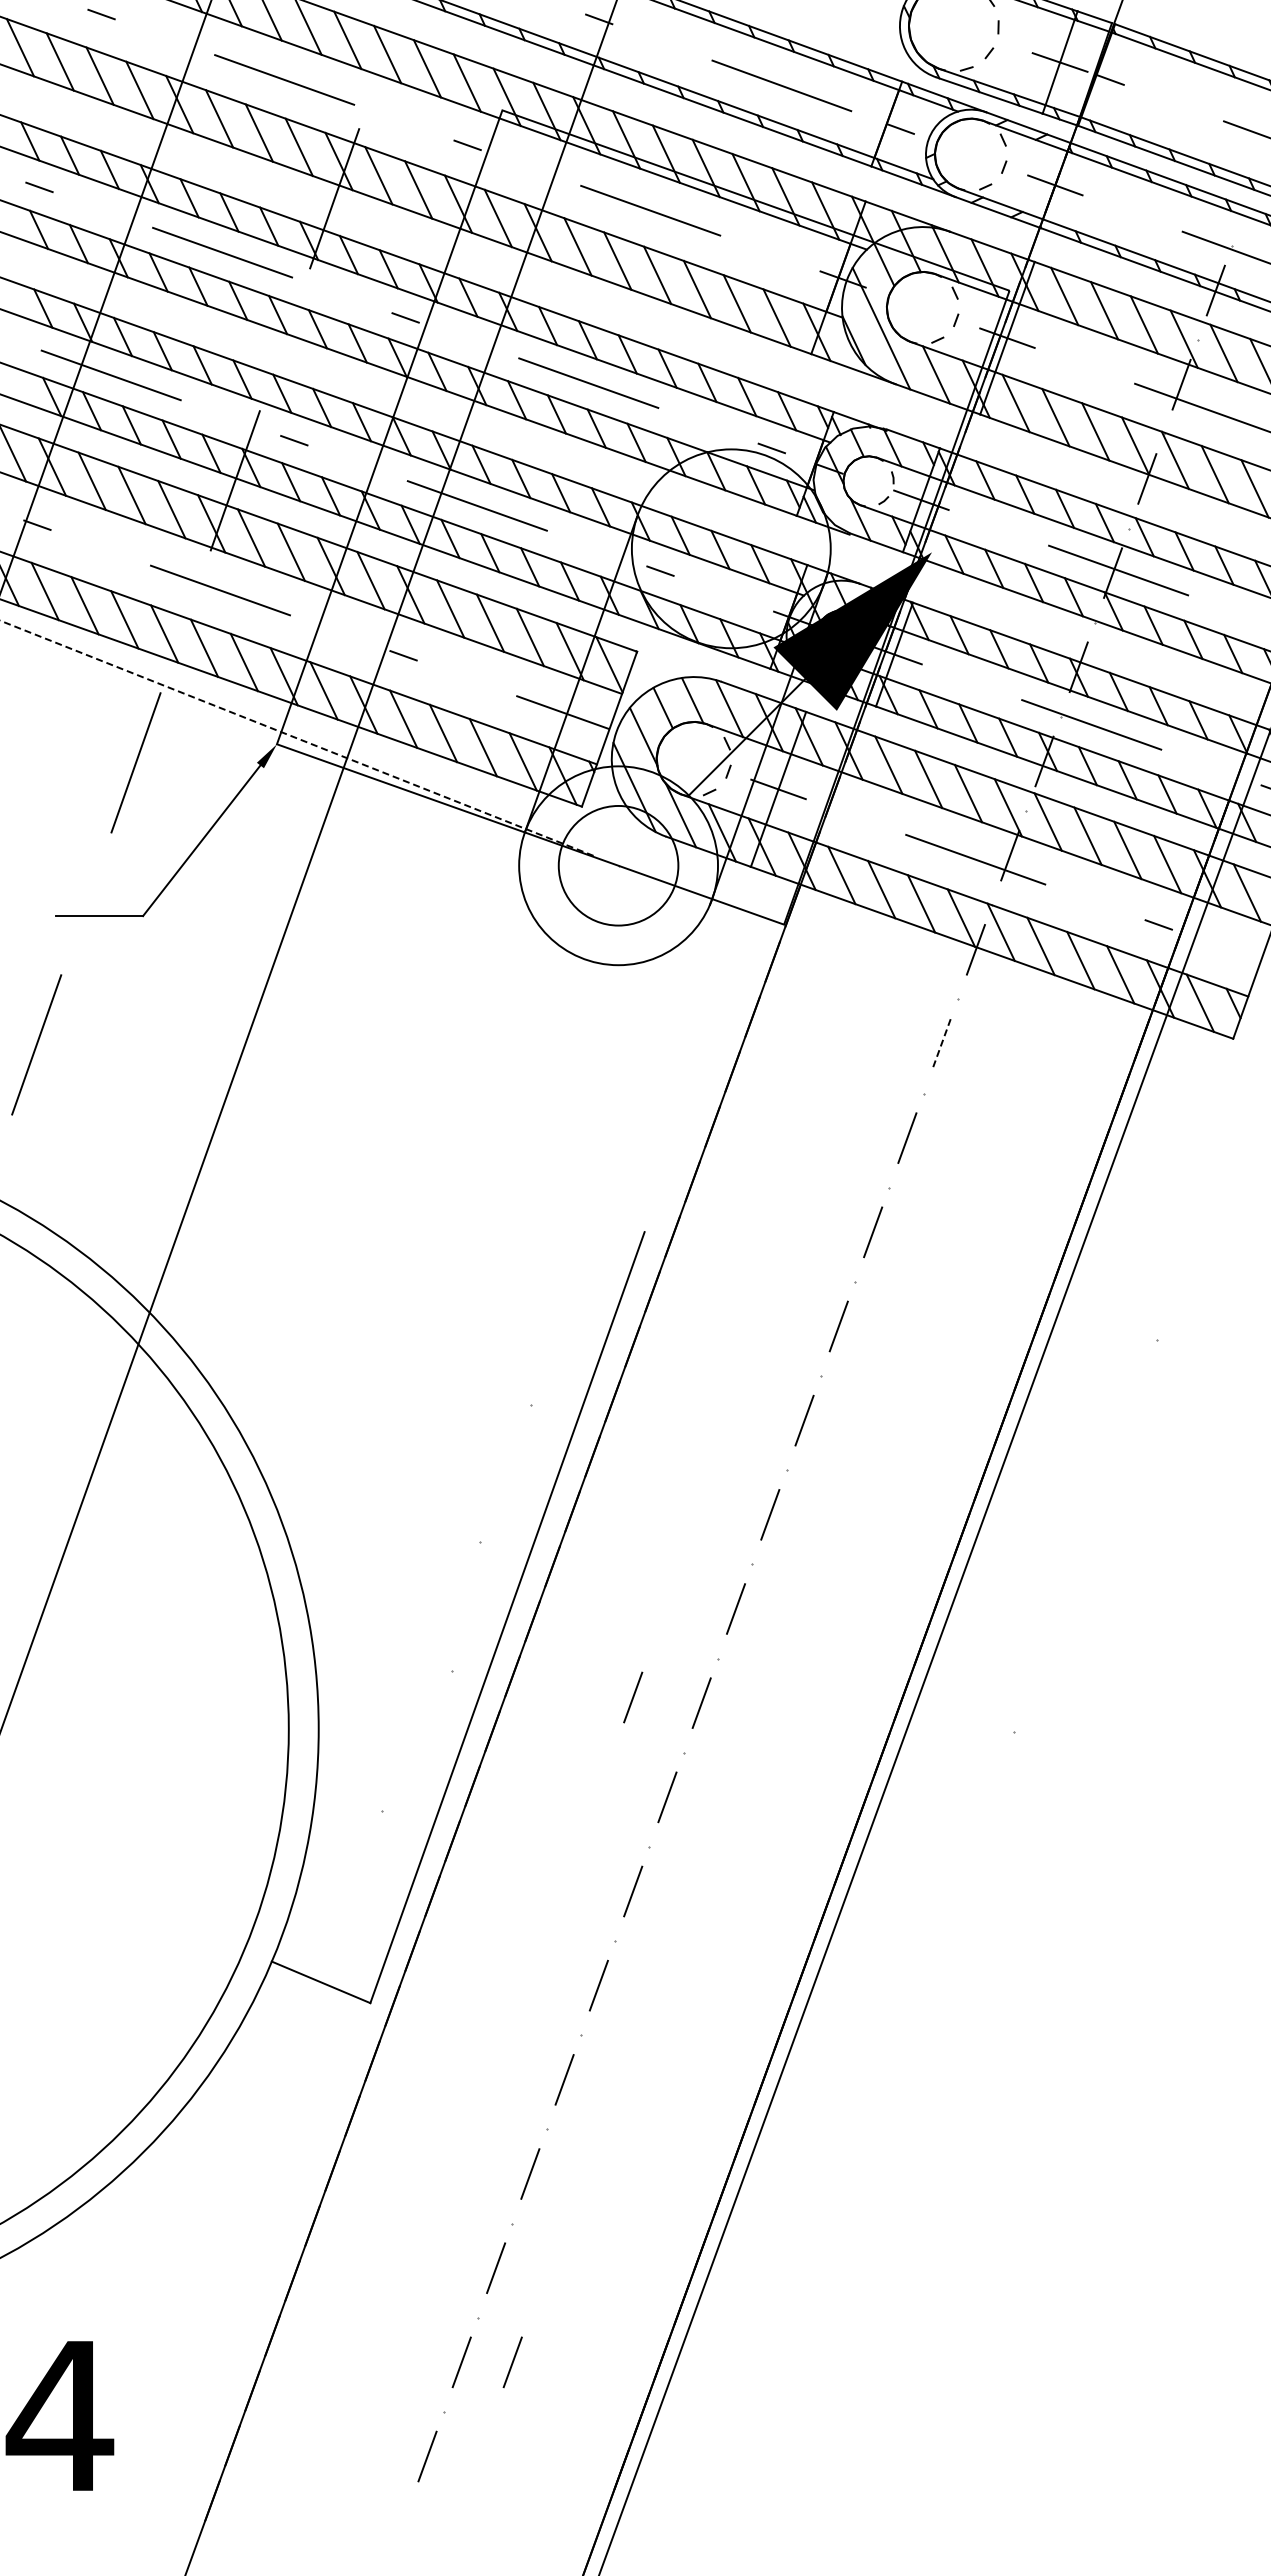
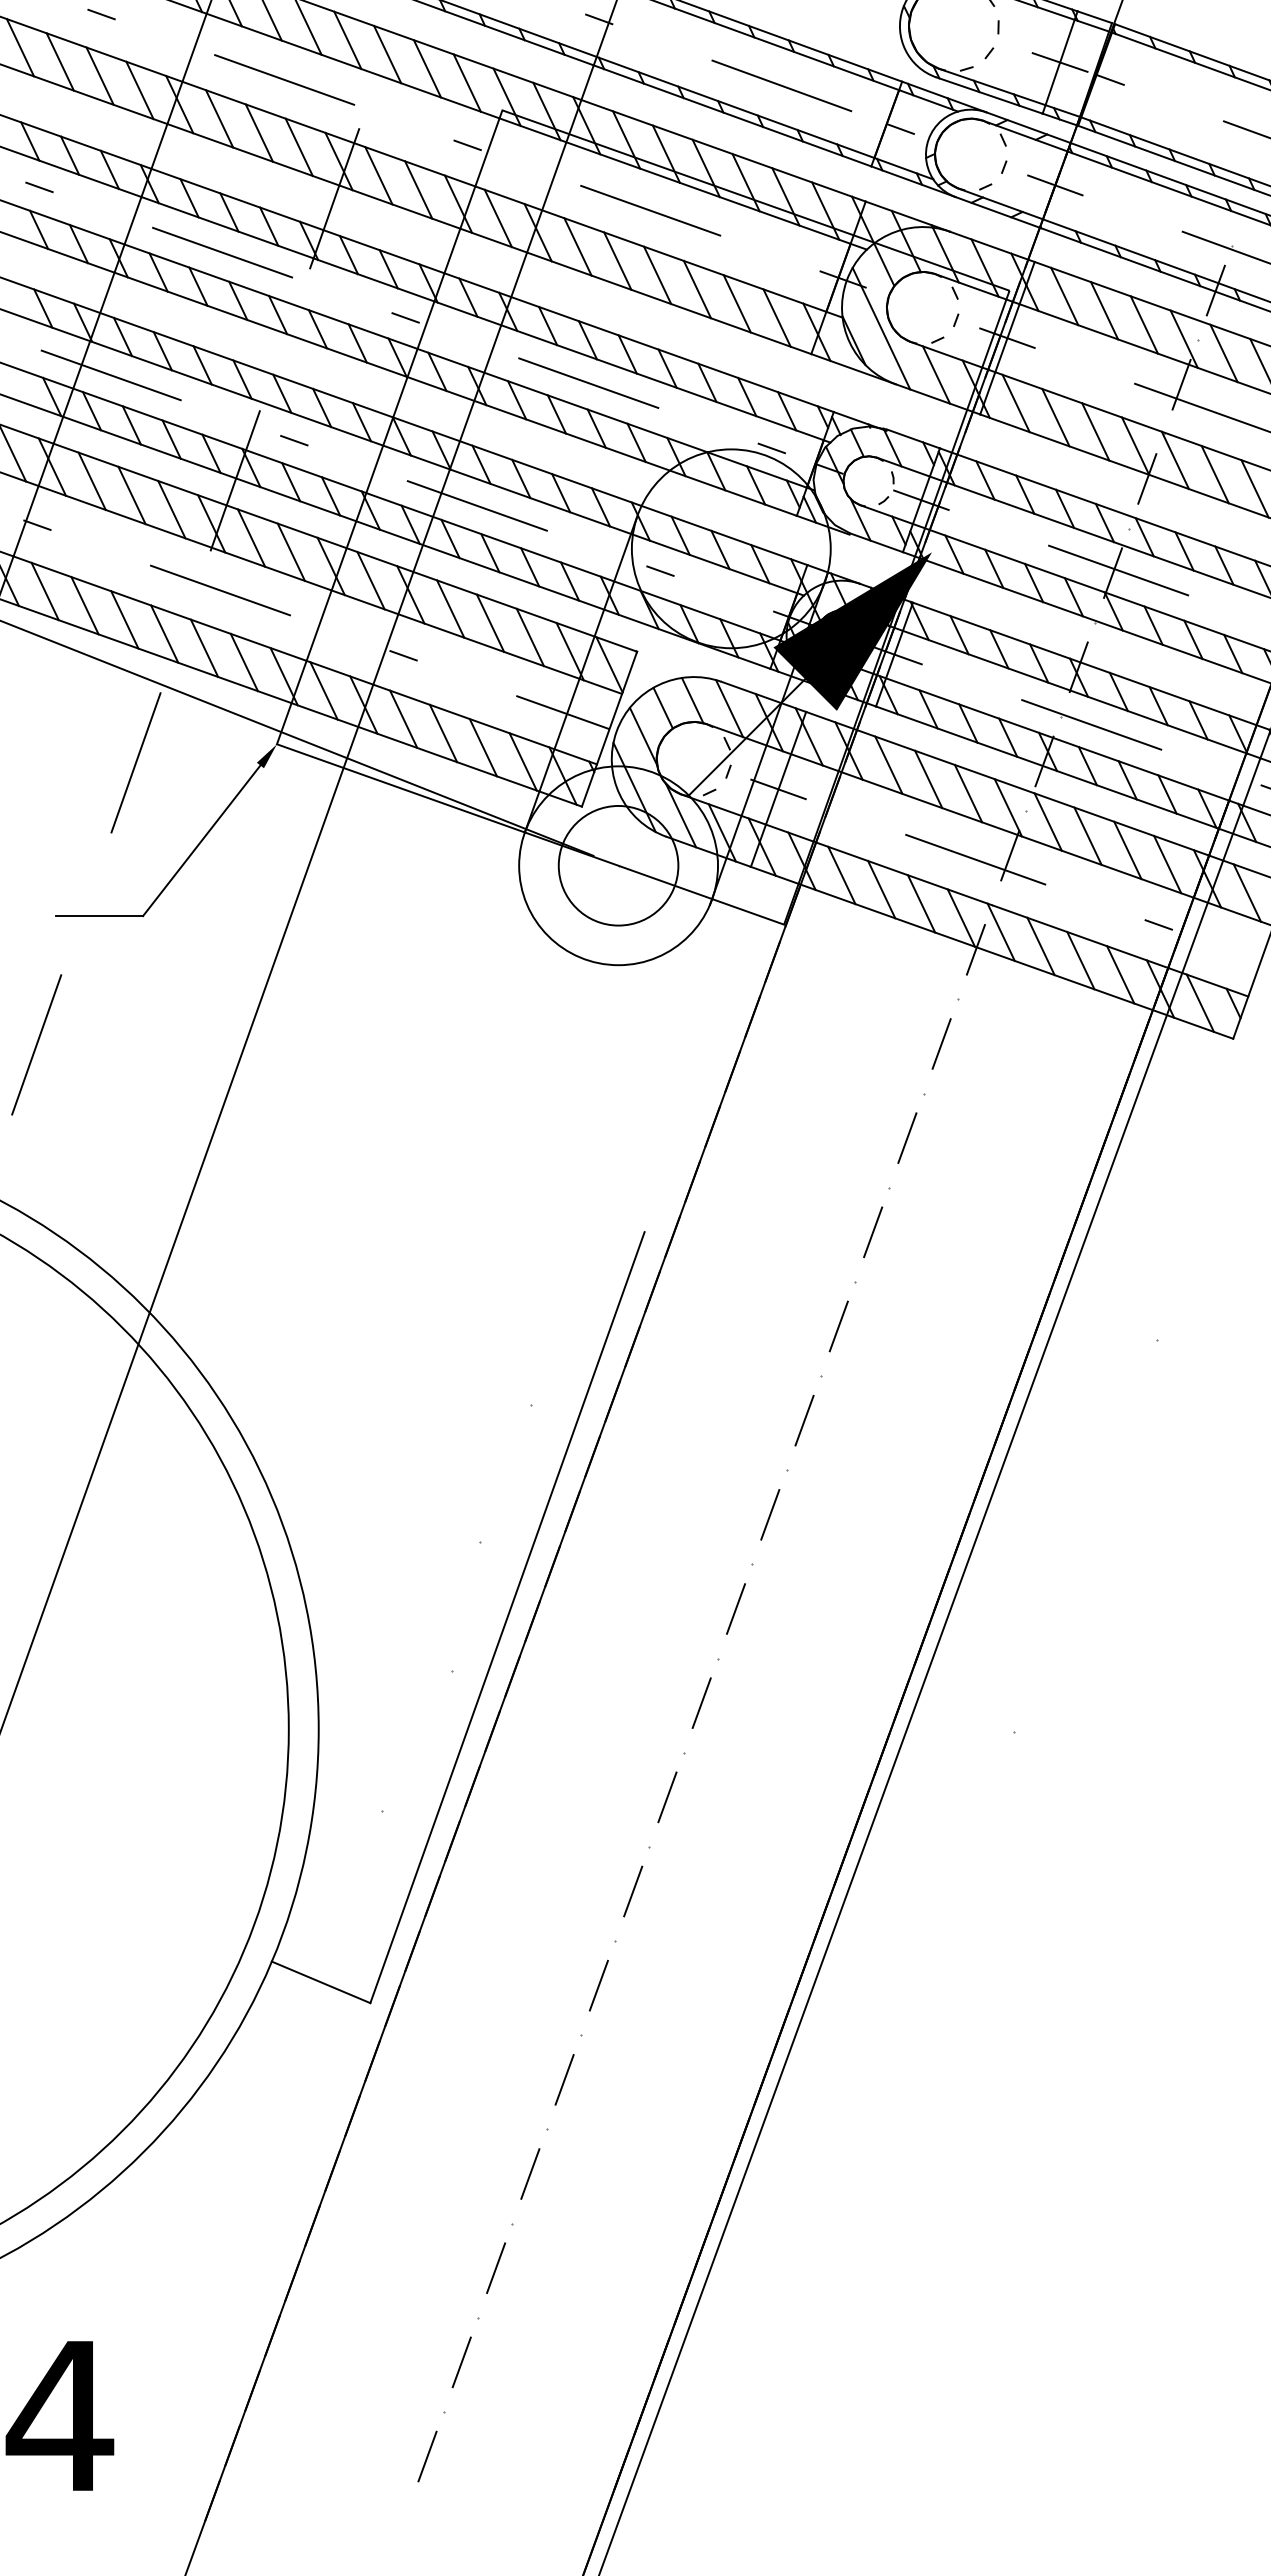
line at (297, 738): dashed -> solid
line at (941, 1044): dashed -> solid
line at (633, 1697): present -> none
line at (512, 2362): present -> none
